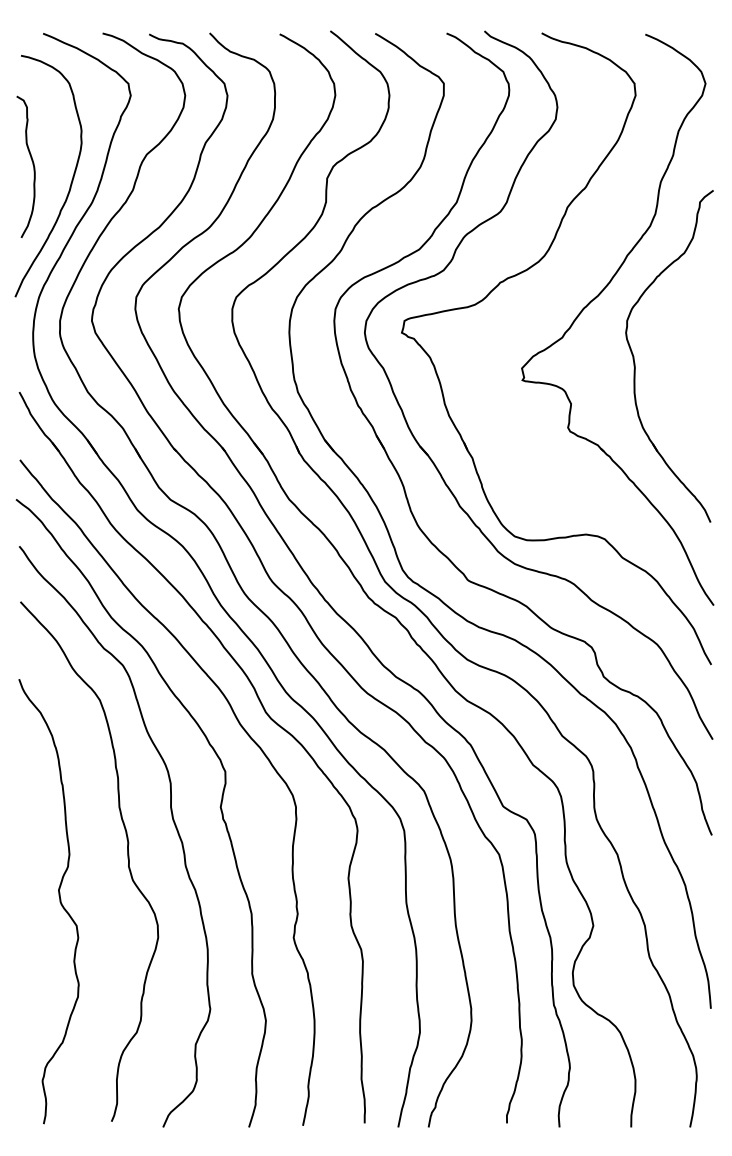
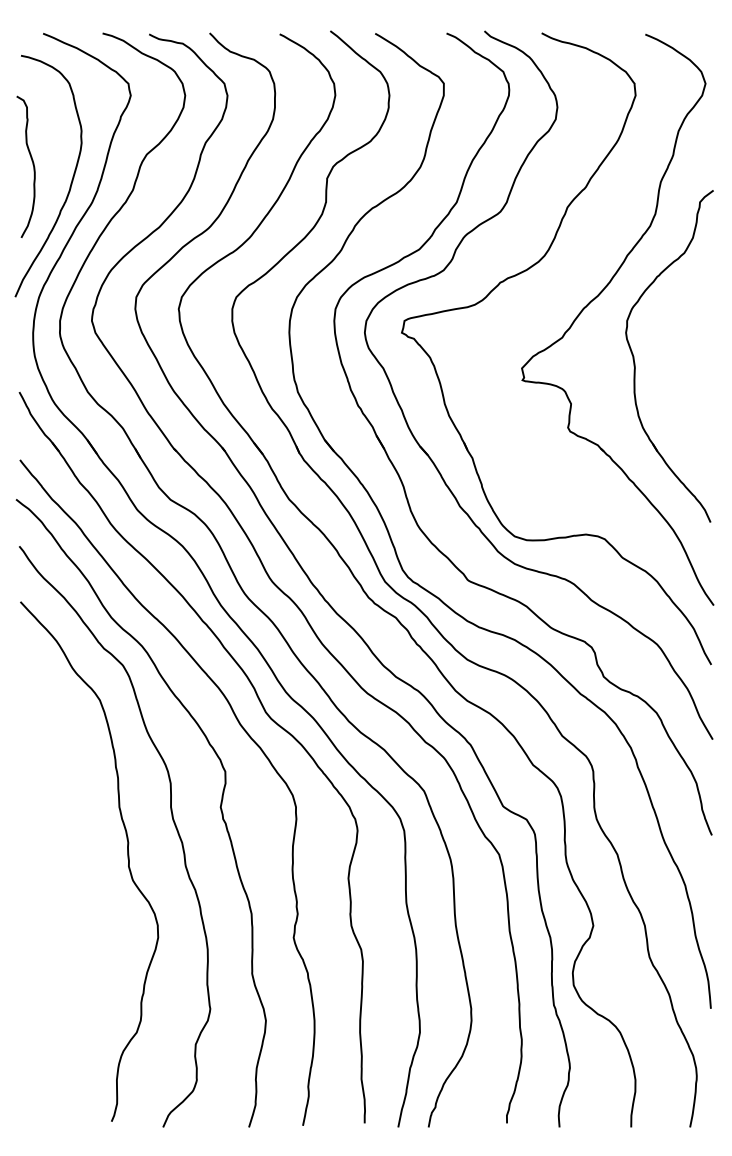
curve at (59, 901): present -> none
